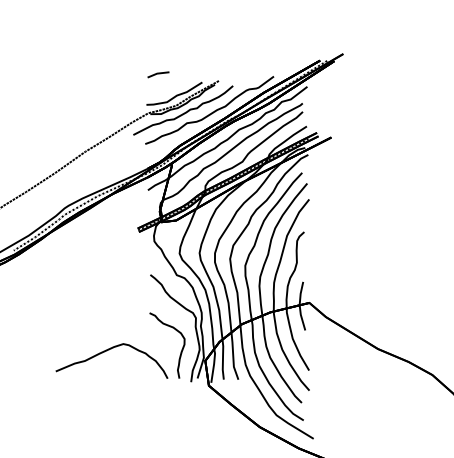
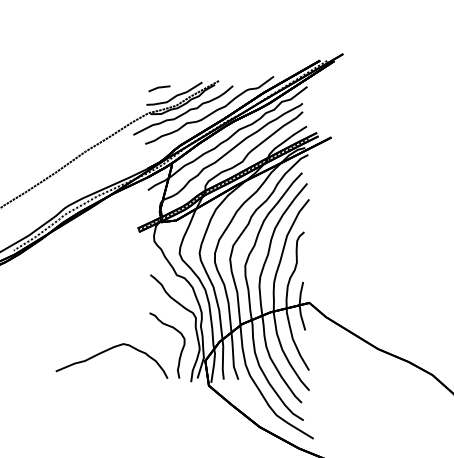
line at (158, 74) position: (158, 74) -> (159, 88)
